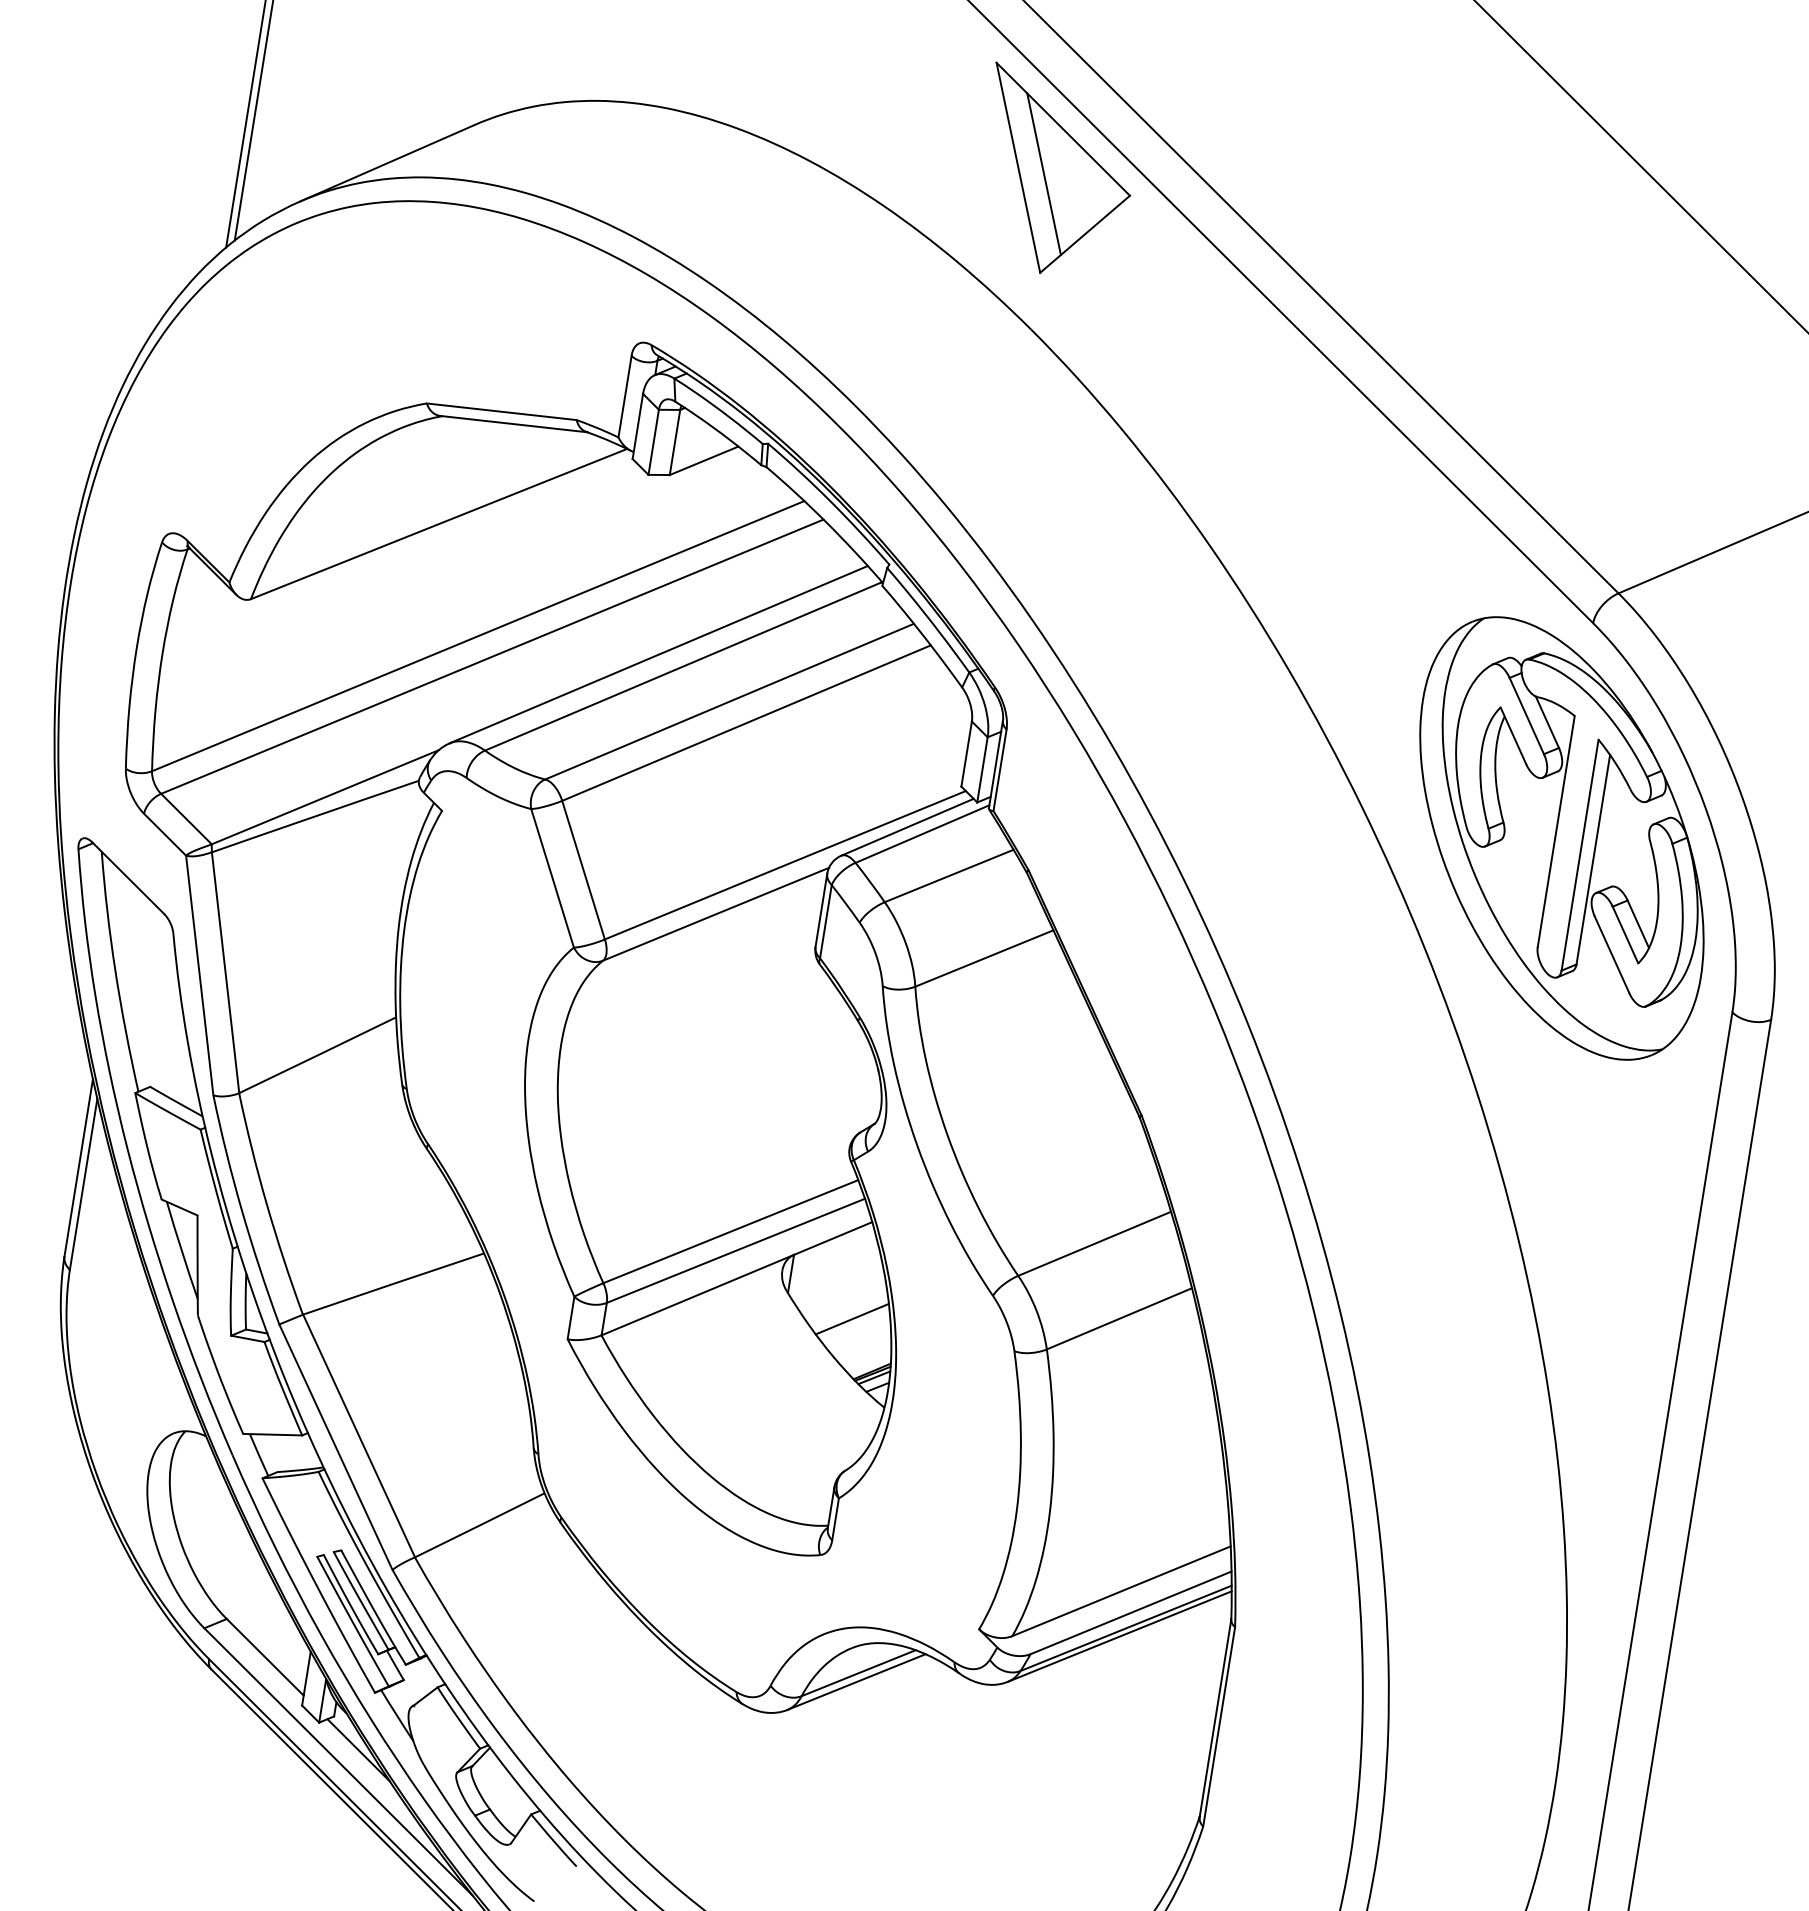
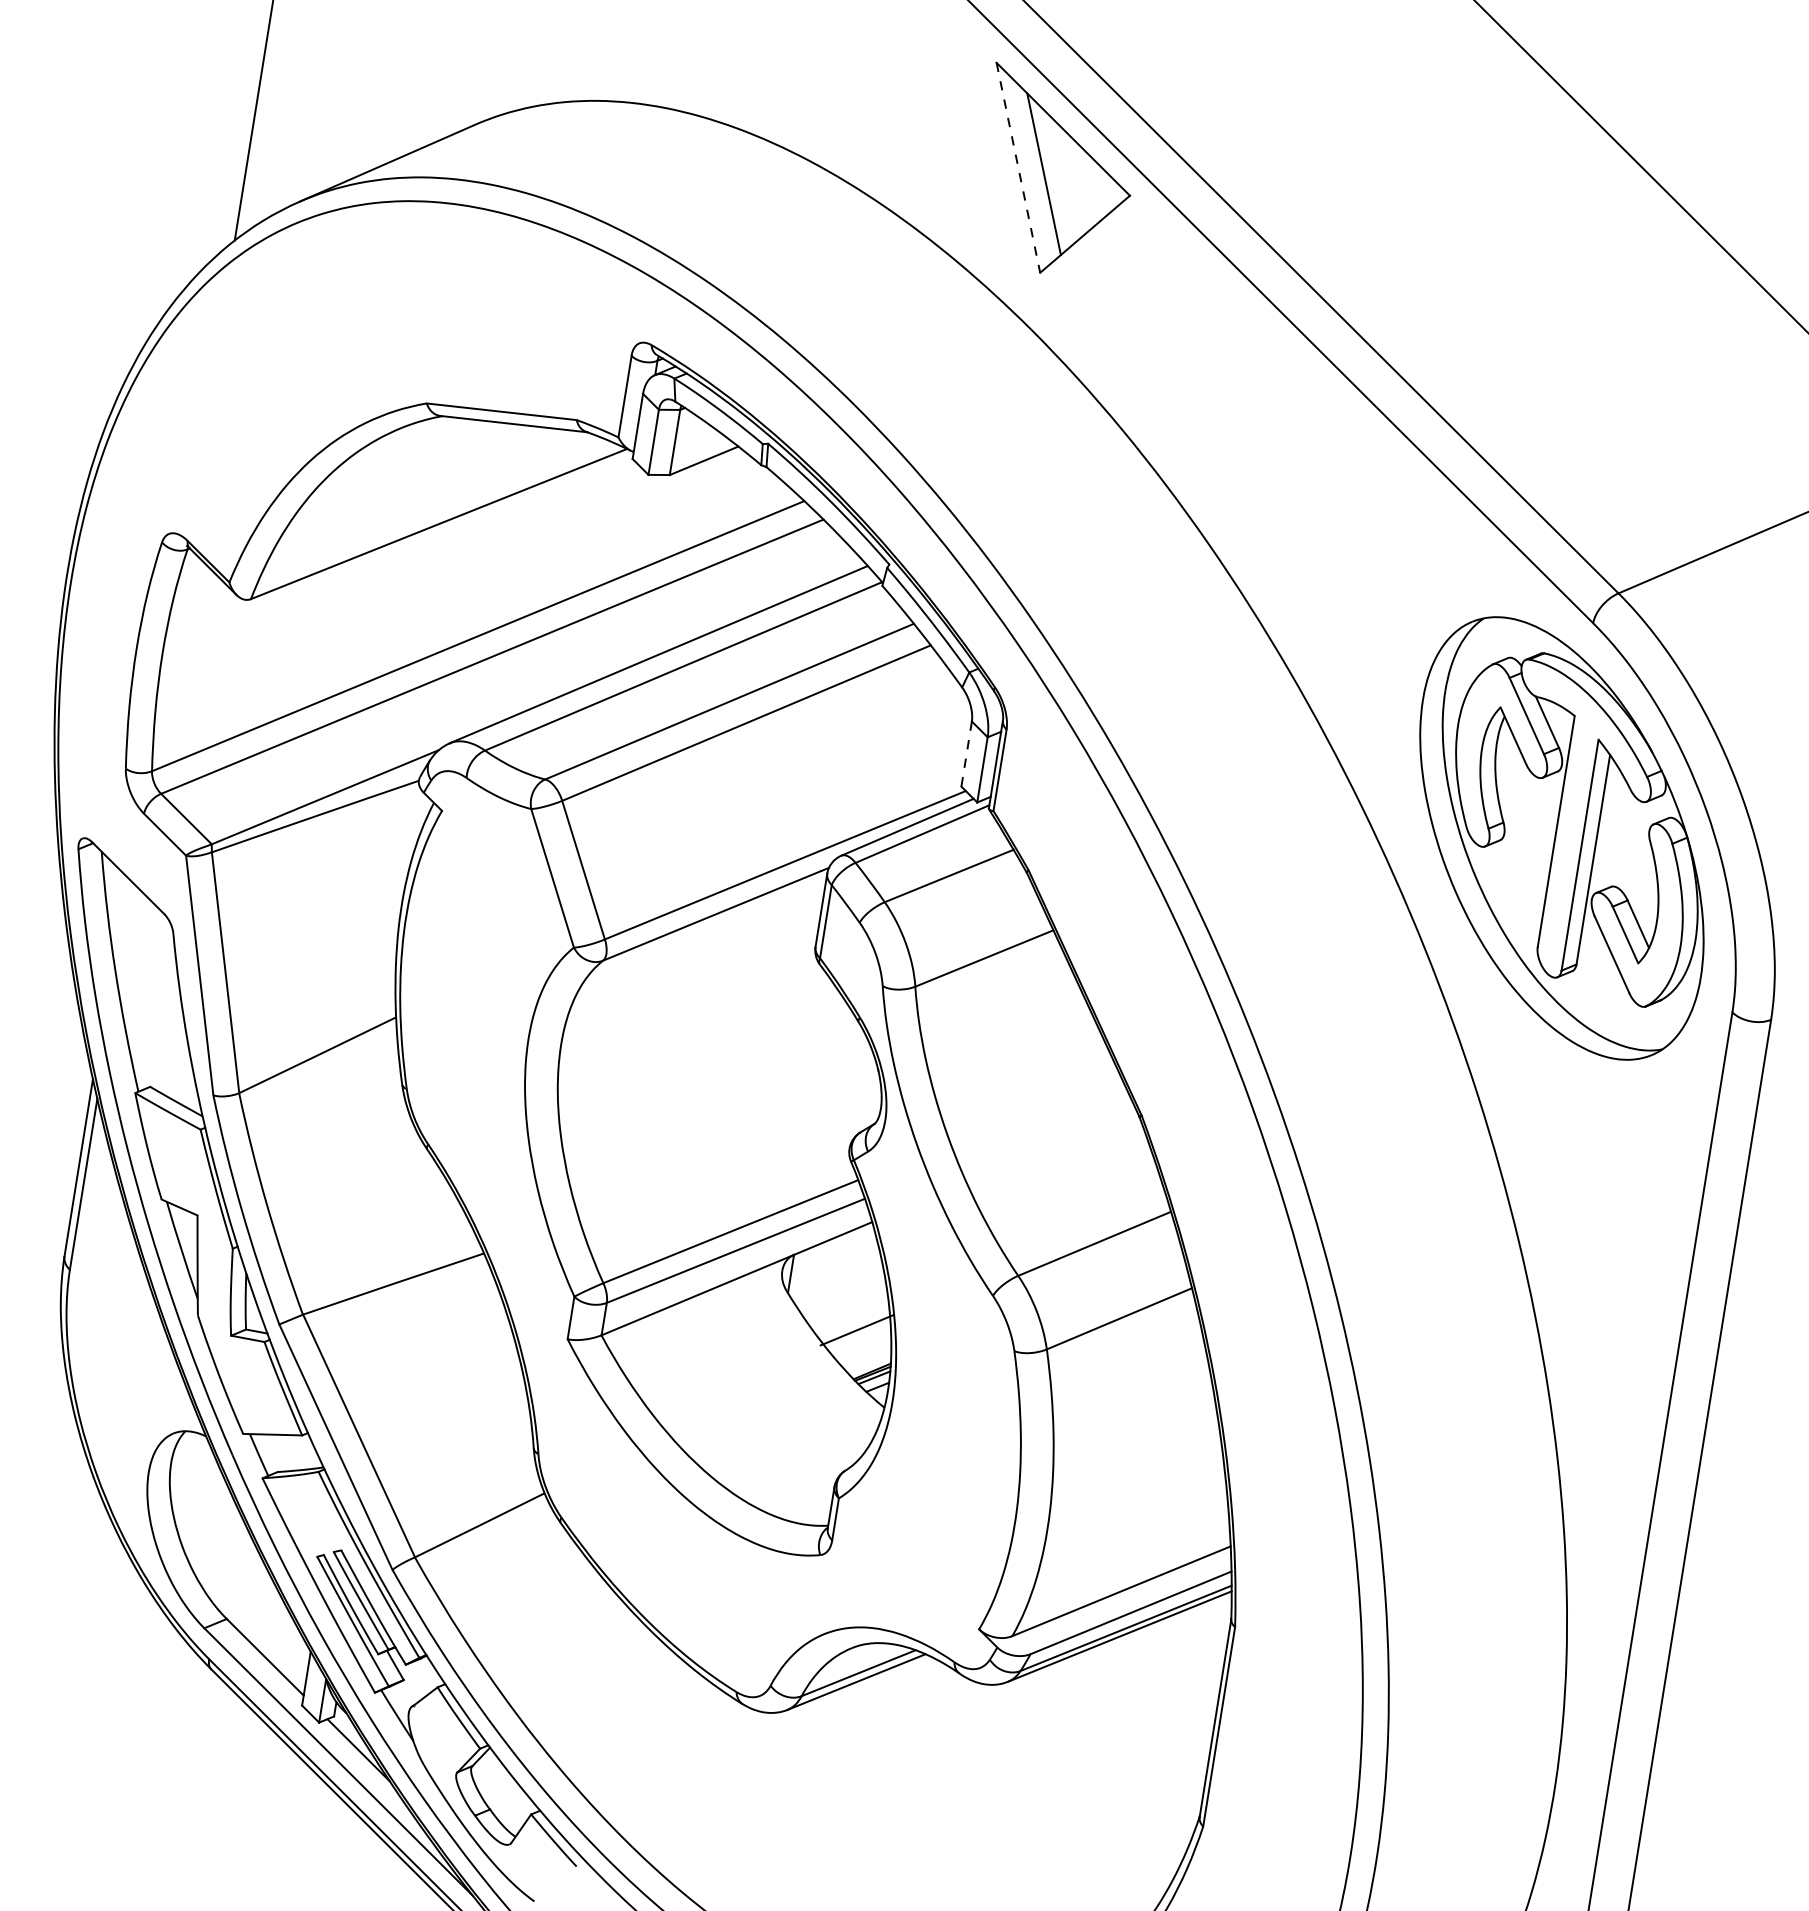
line at (245, 124): present -> none
line at (1018, 168): solid -> dashed
line at (966, 754): solid -> dashed
line at (851, 1318) position: (851, 1318) -> (856, 1329)
